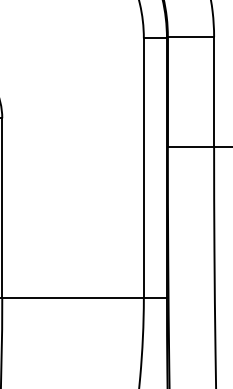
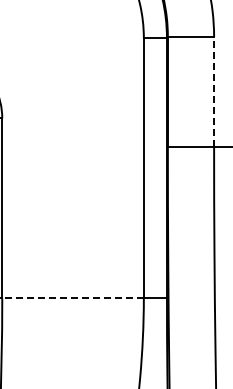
line at (214, 91): solid -> dashed
line at (73, 298): solid -> dashed
